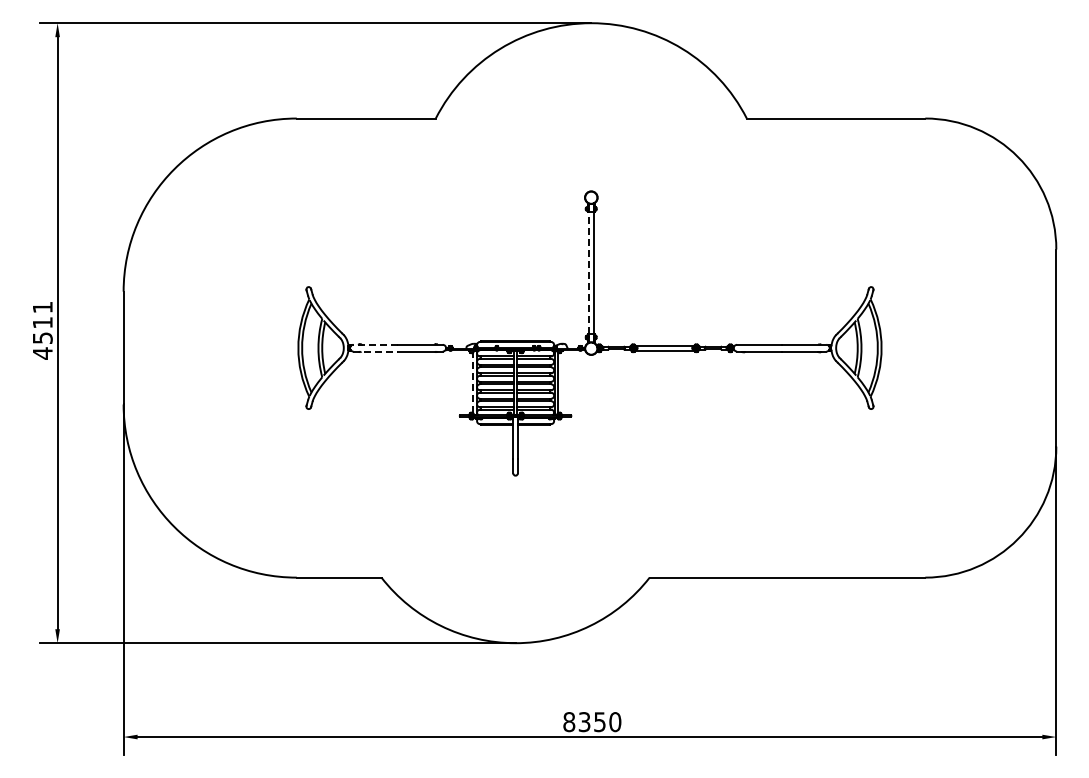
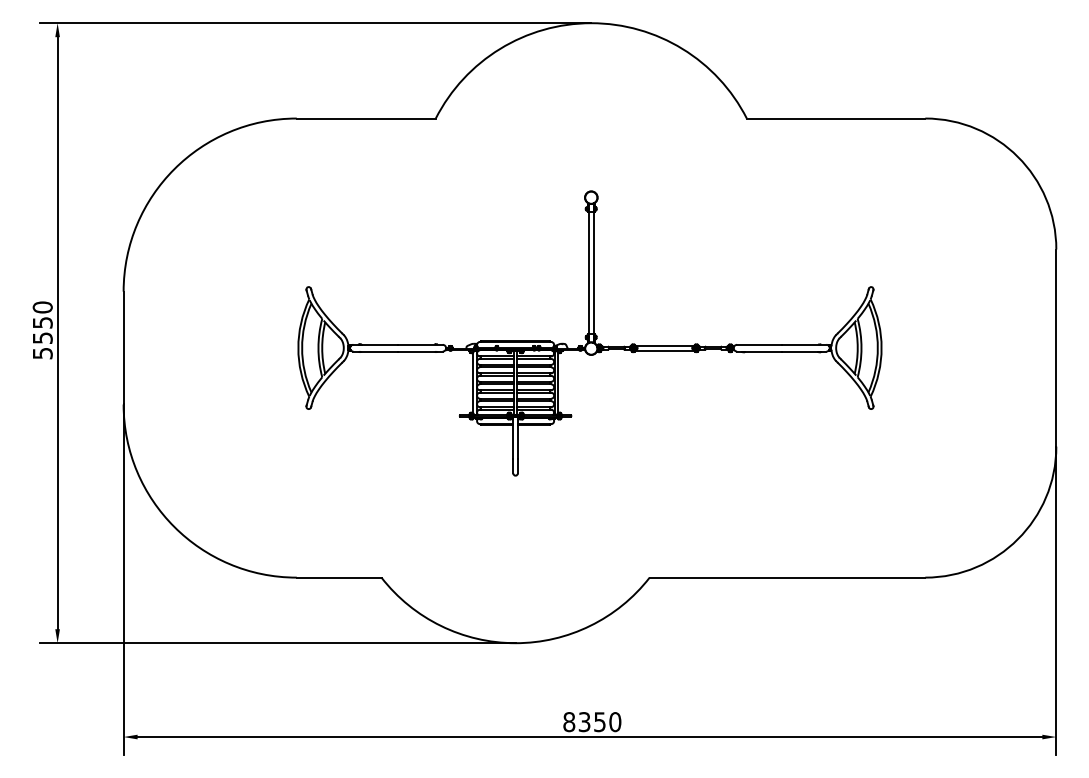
line at (588, 273): dashed -> solid
text at (42, 330): 4511 -> 5550
line at (375, 344): dashed -> solid
line at (376, 351): dashed -> solid
line at (472, 382): dashed -> solid
